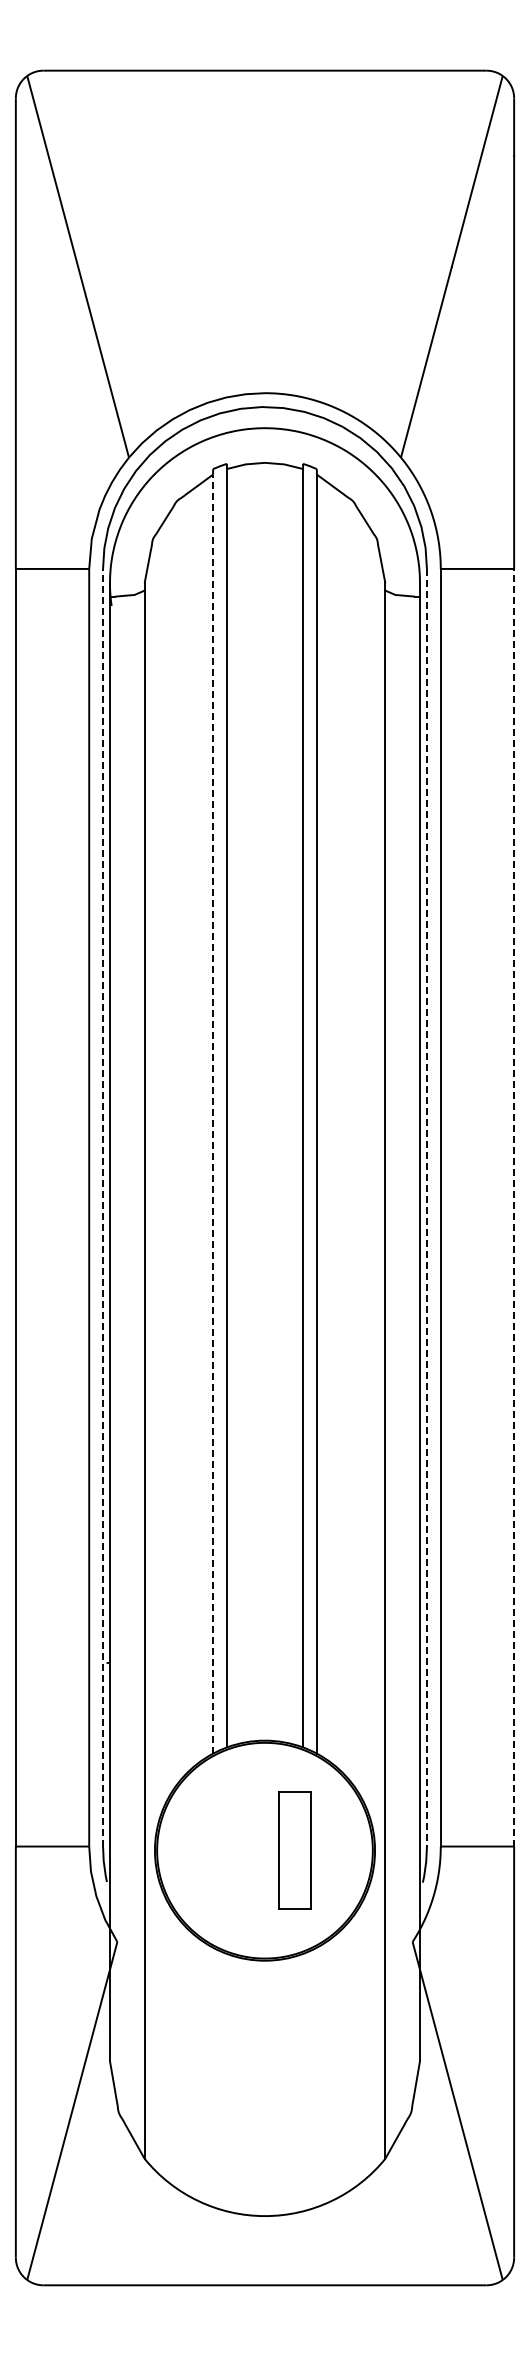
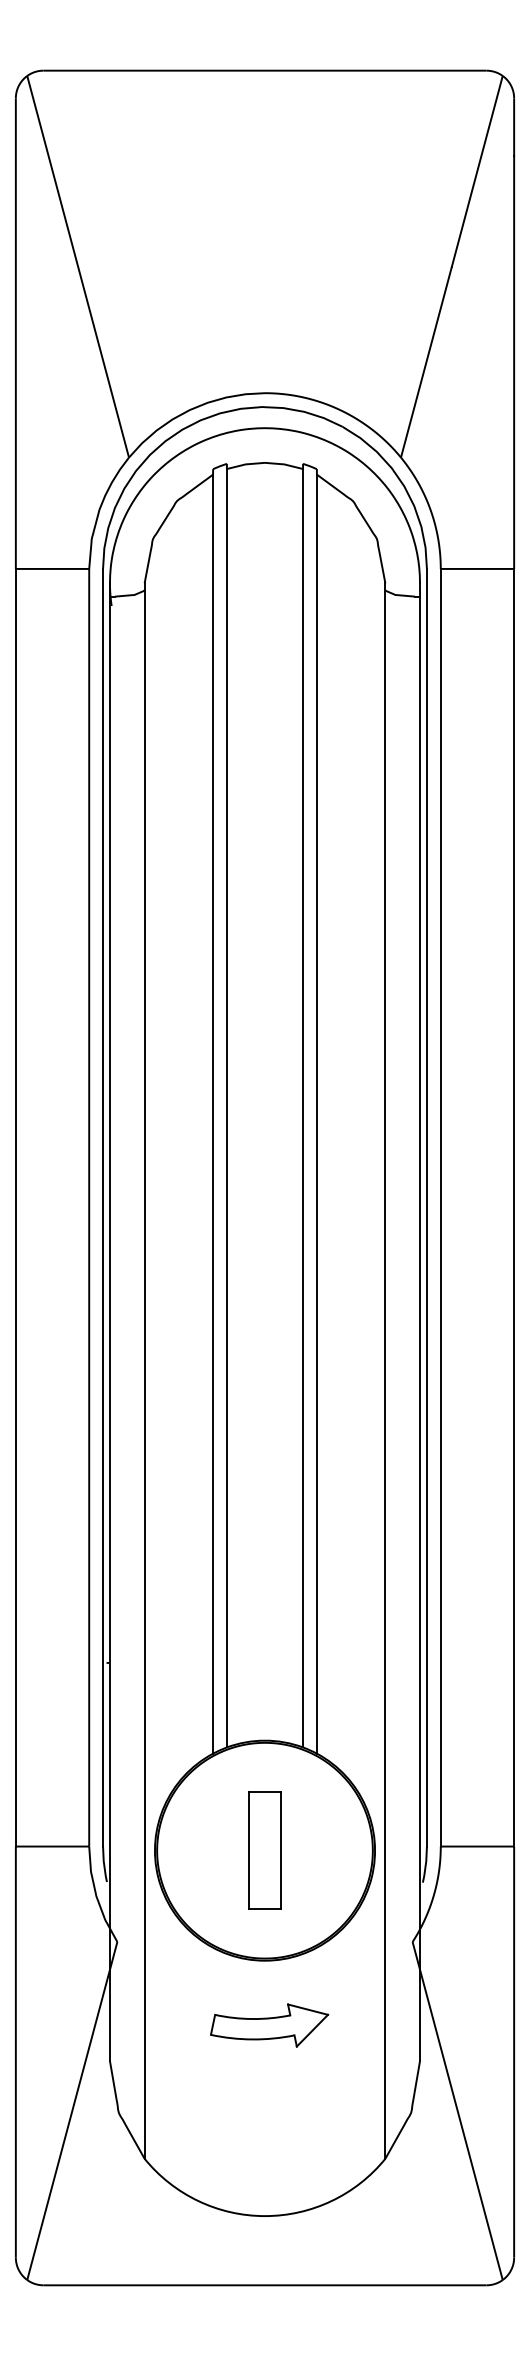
line at (213, 1114): dashed -> solid
line at (103, 1207): dashed -> solid
line at (426, 1207): dashed -> solid
line at (514, 1207): dashed -> solid
part at (294, 1850) position: (294, 1850) -> (264, 1850)
part at (269, 2025): none -> present
